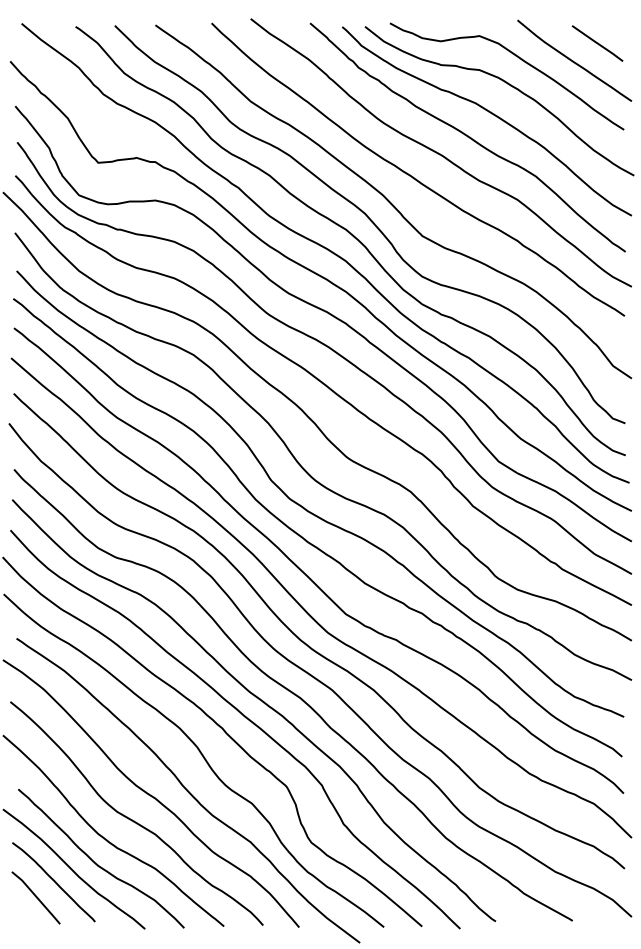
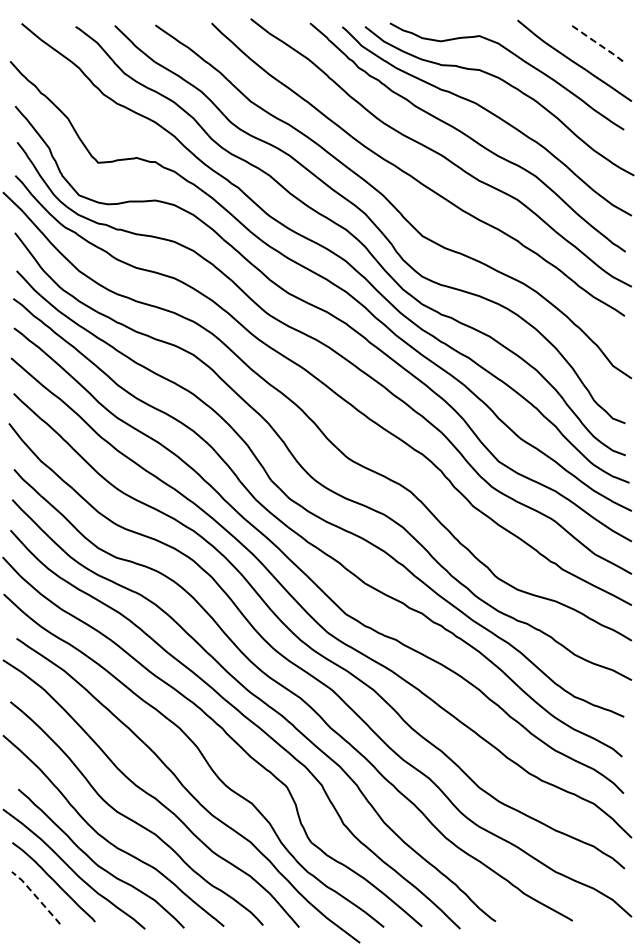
line at (597, 43): solid -> dashed
line at (36, 896): solid -> dashed
